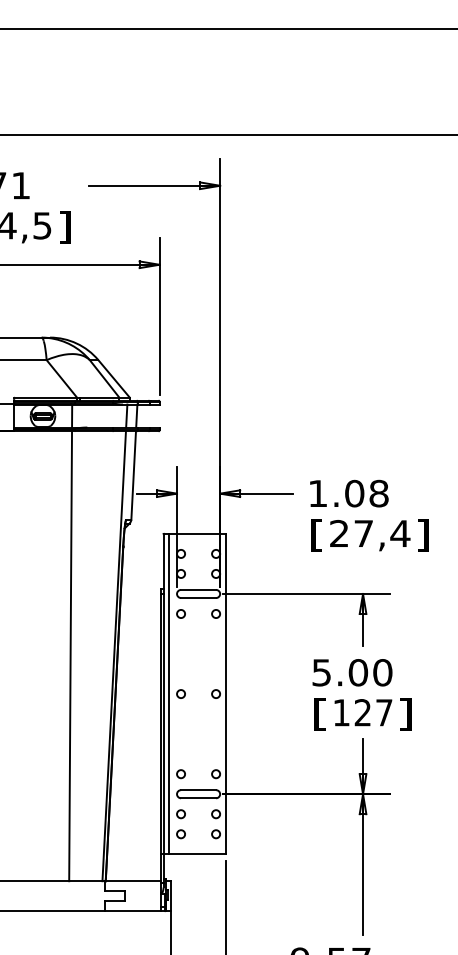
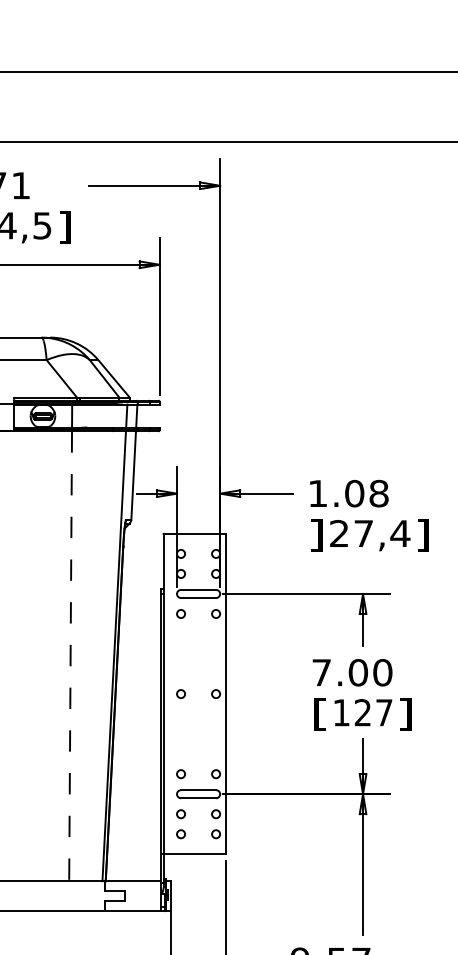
line at (228, 28) position: (228, 28) -> (228, 71)
line at (228, 135) position: (228, 135) -> (228, 142)
text at (316, 535): [ -> ]
line at (70, 656): solid -> dashed
text at (321, 672): 5.00 -> 7.00
line at (168, 693): present -> none
